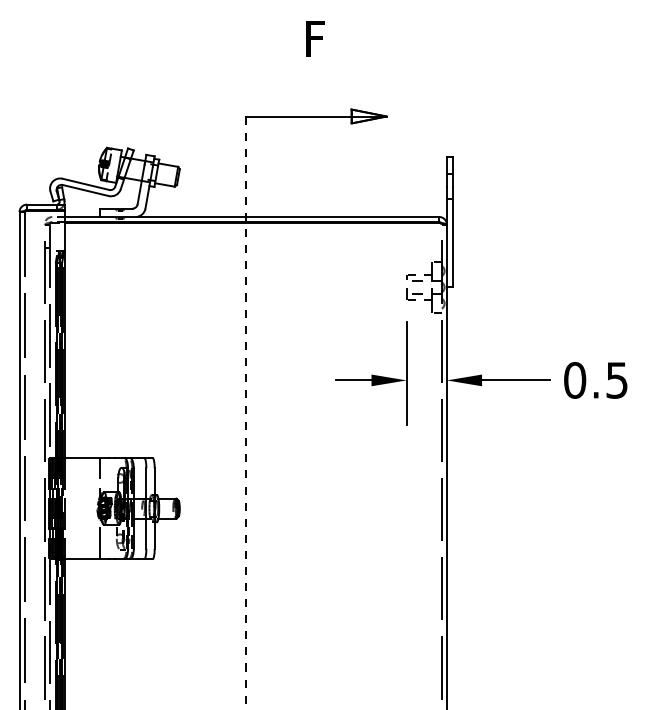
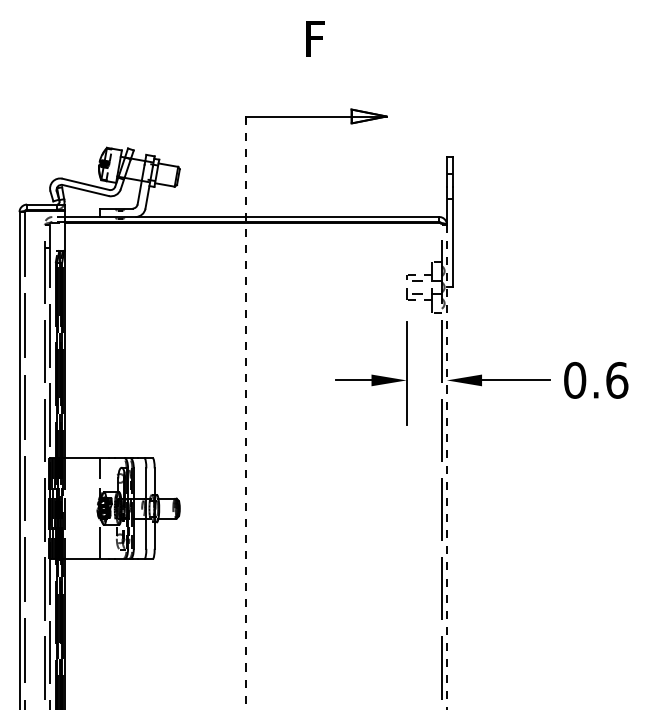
text at (617, 380): 0.5 -> 0.6
line at (446, 467): solid -> dashed
